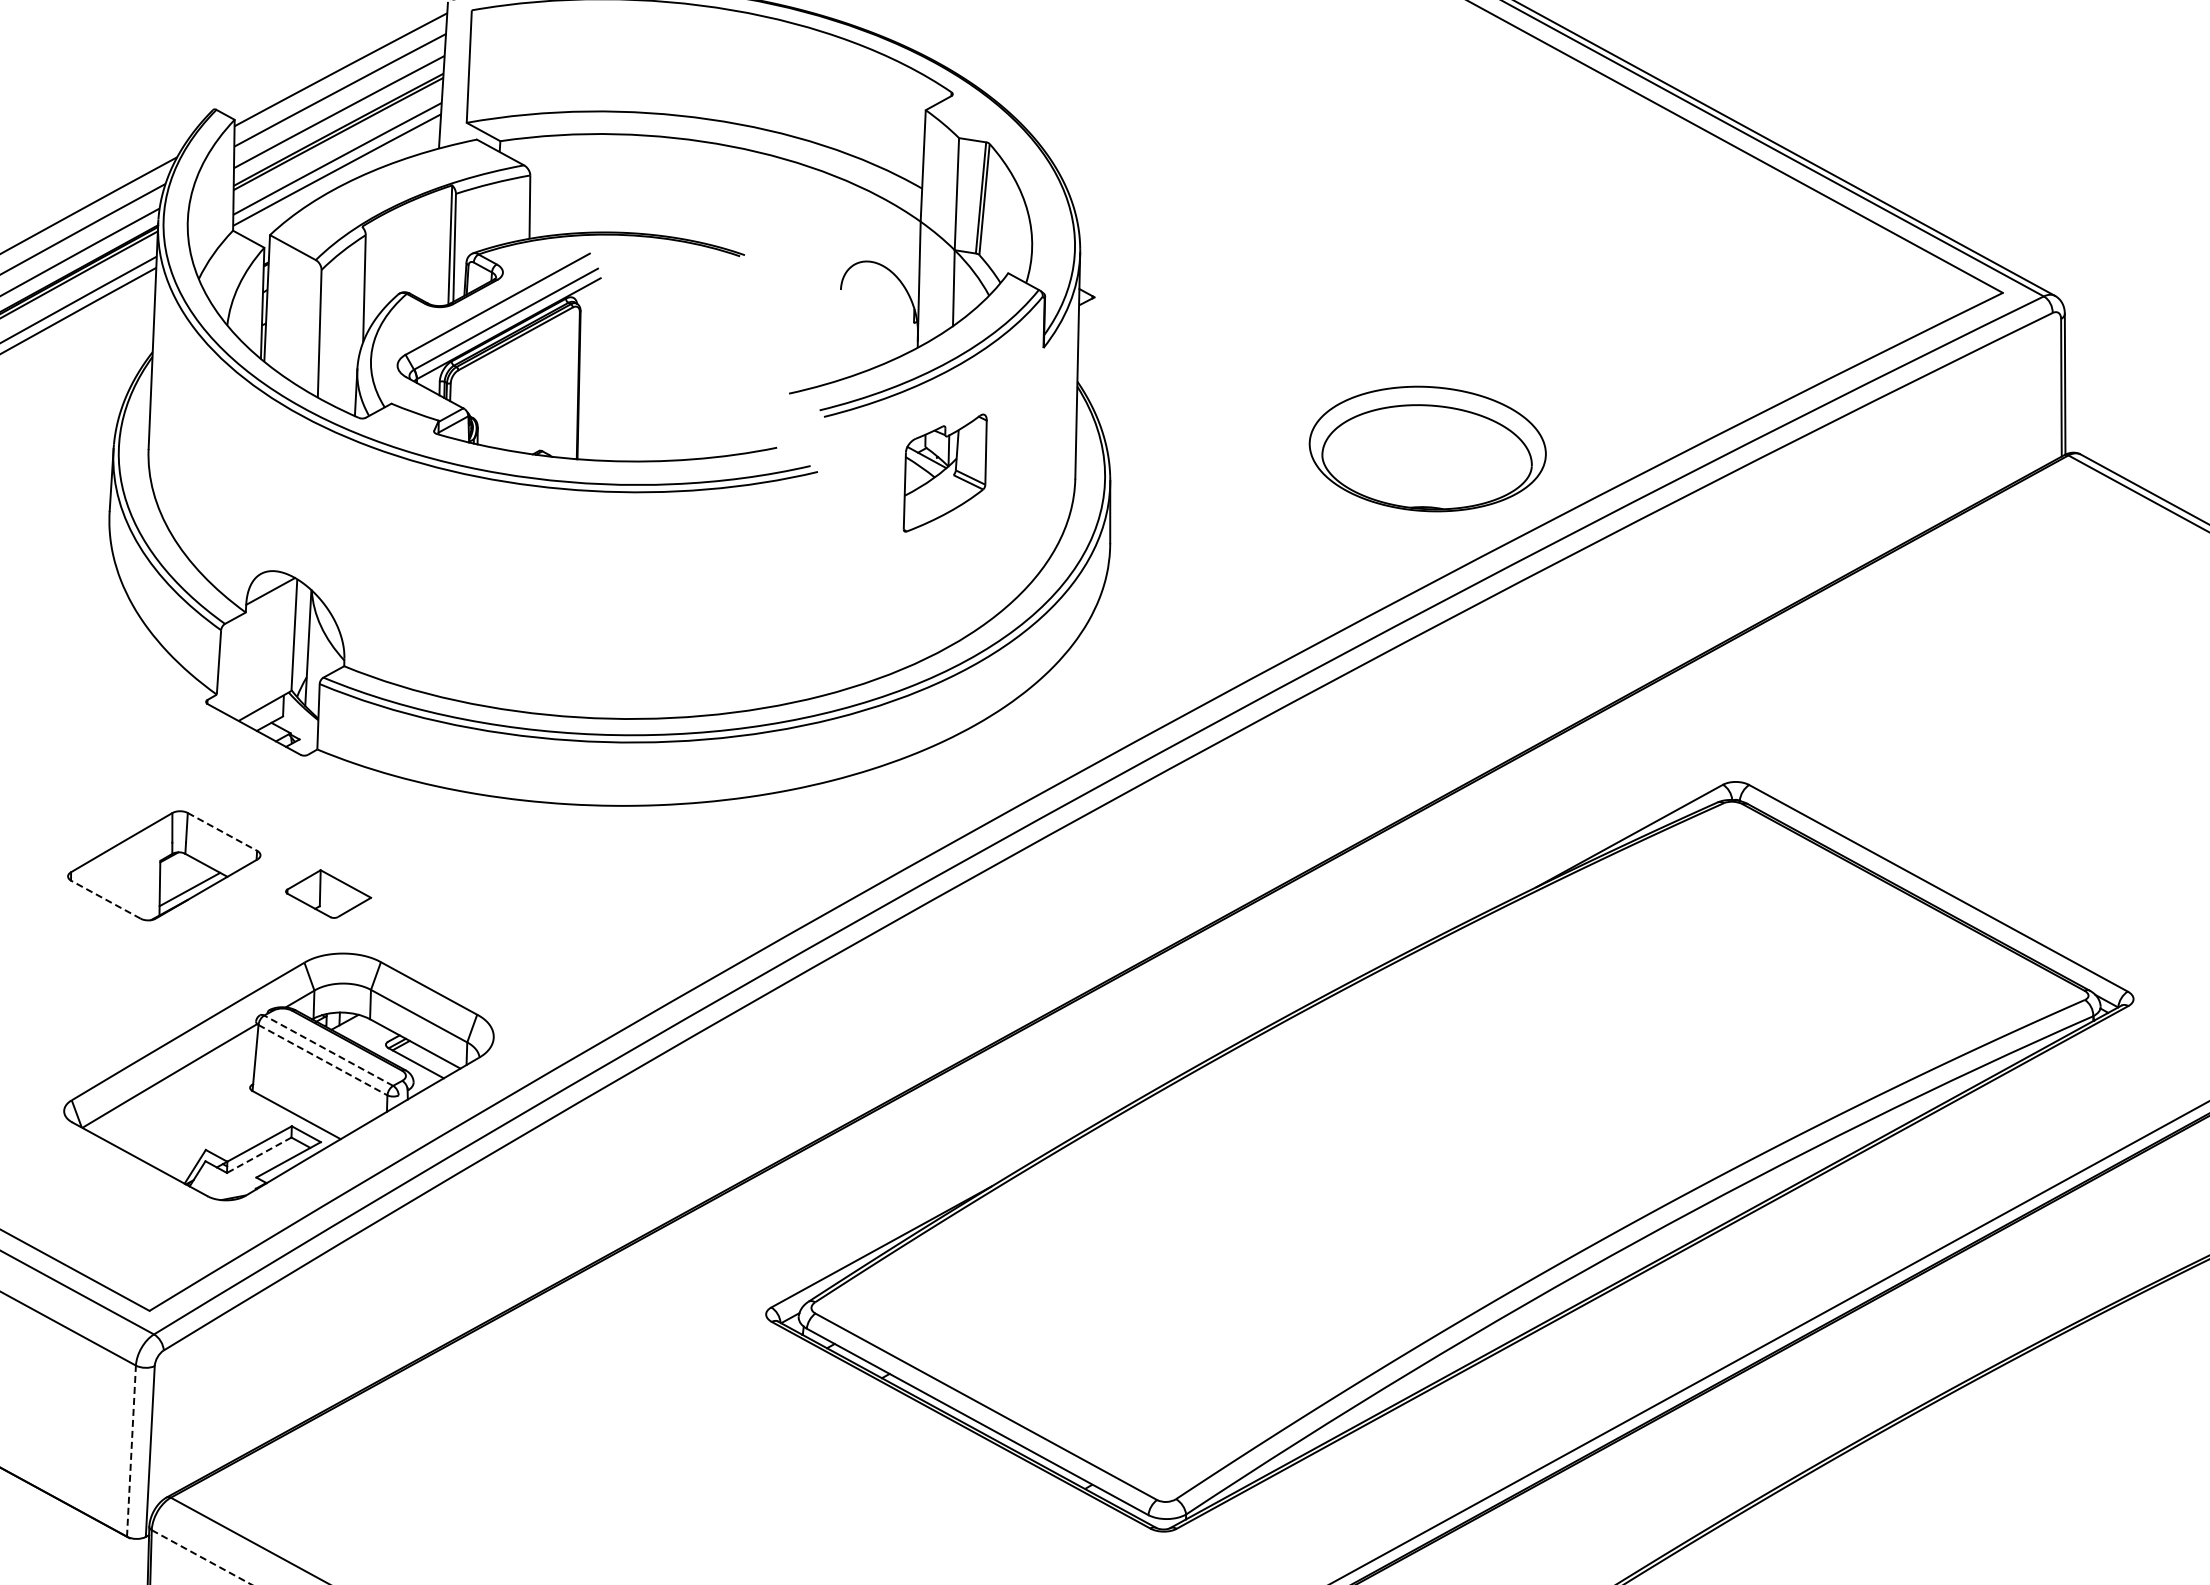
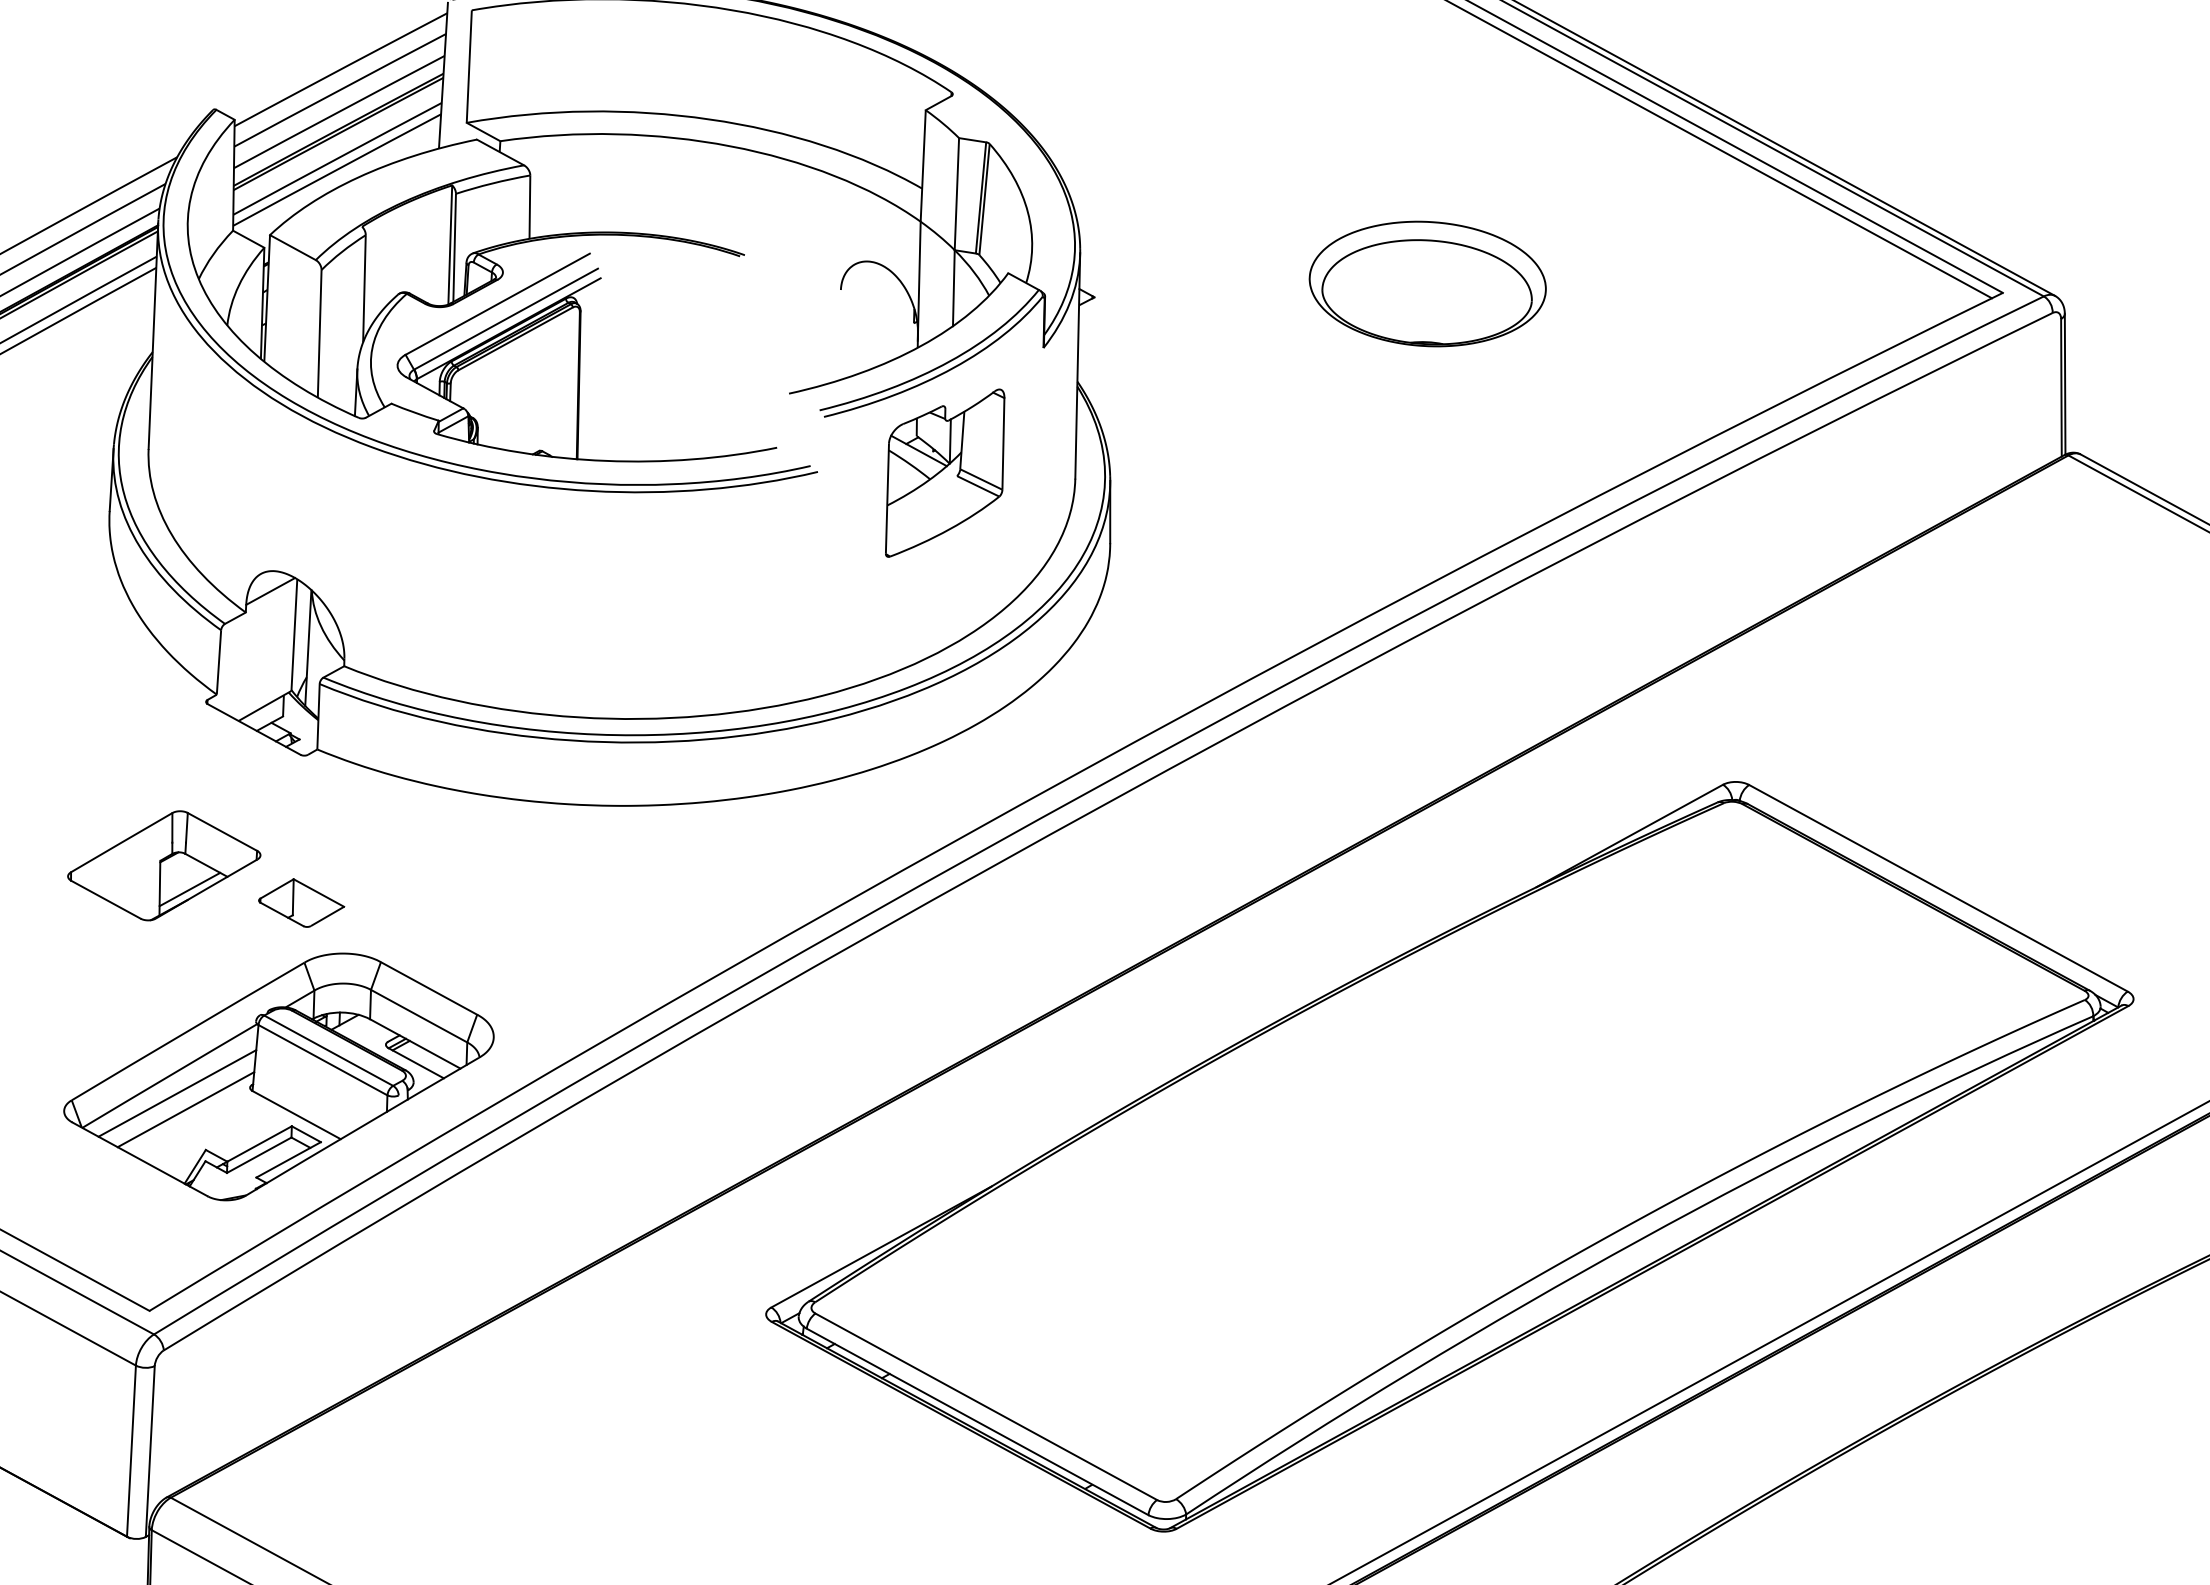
line at (1720, 150): none -> present
part at (1427, 448) position: (1427, 448) -> (1427, 283)
part at (944, 472) size: 86x120 px -> 121x170 px
line at (222, 832): dashed -> solid
part at (328, 893) position: (328, 893) -> (301, 902)
line at (105, 899): dashed -> solid
line at (328, 1050): dashed -> solid
line at (323, 1060): dashed -> solid
line at (177, 1093): none -> present
line at (185, 1109): none -> present
line at (259, 1155): dashed -> solid
line at (131, 1451): dashed -> solid
line at (201, 1557): dashed -> solid
